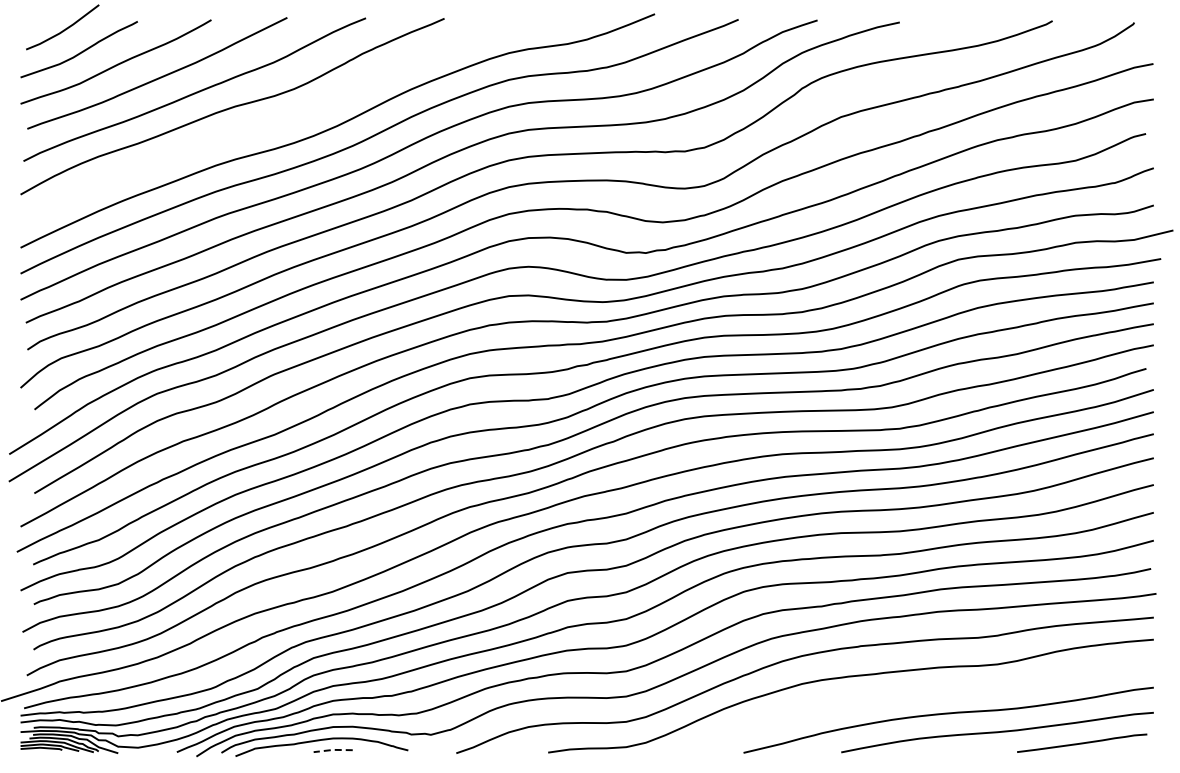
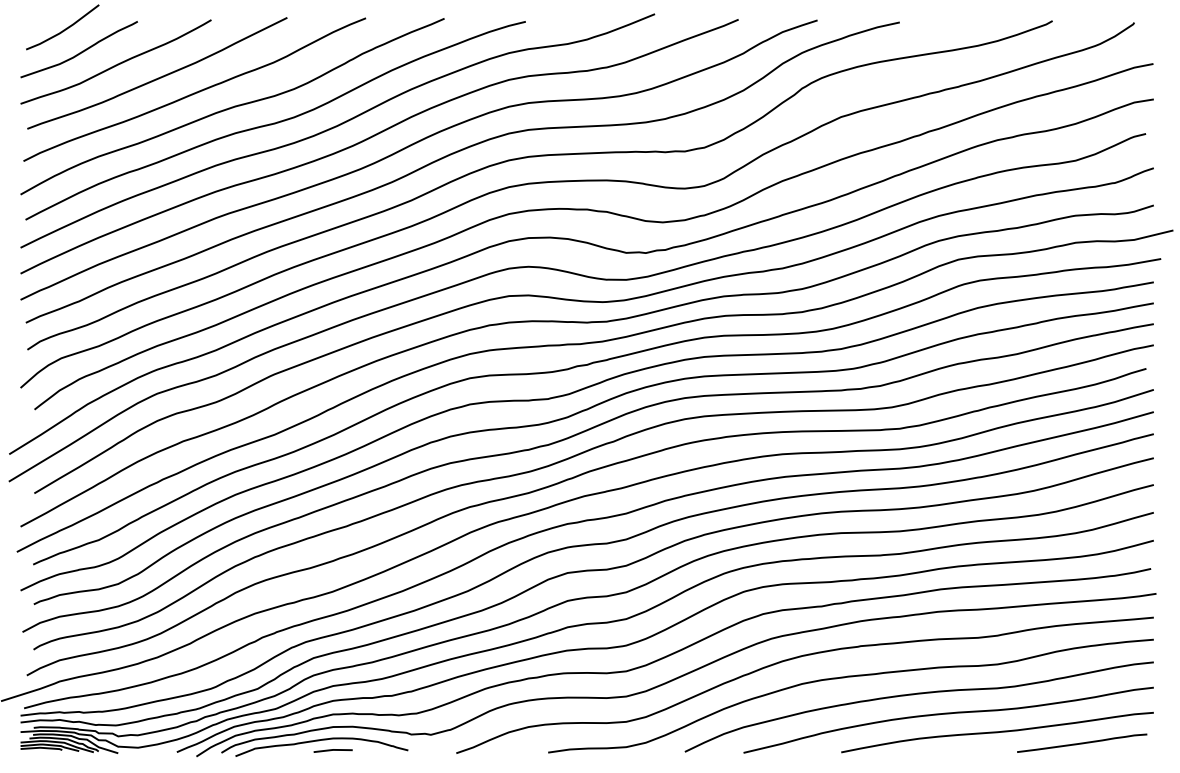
curve at (275, 122): none -> present
curve at (918, 694): none -> present
line at (333, 749): dashed -> solid
